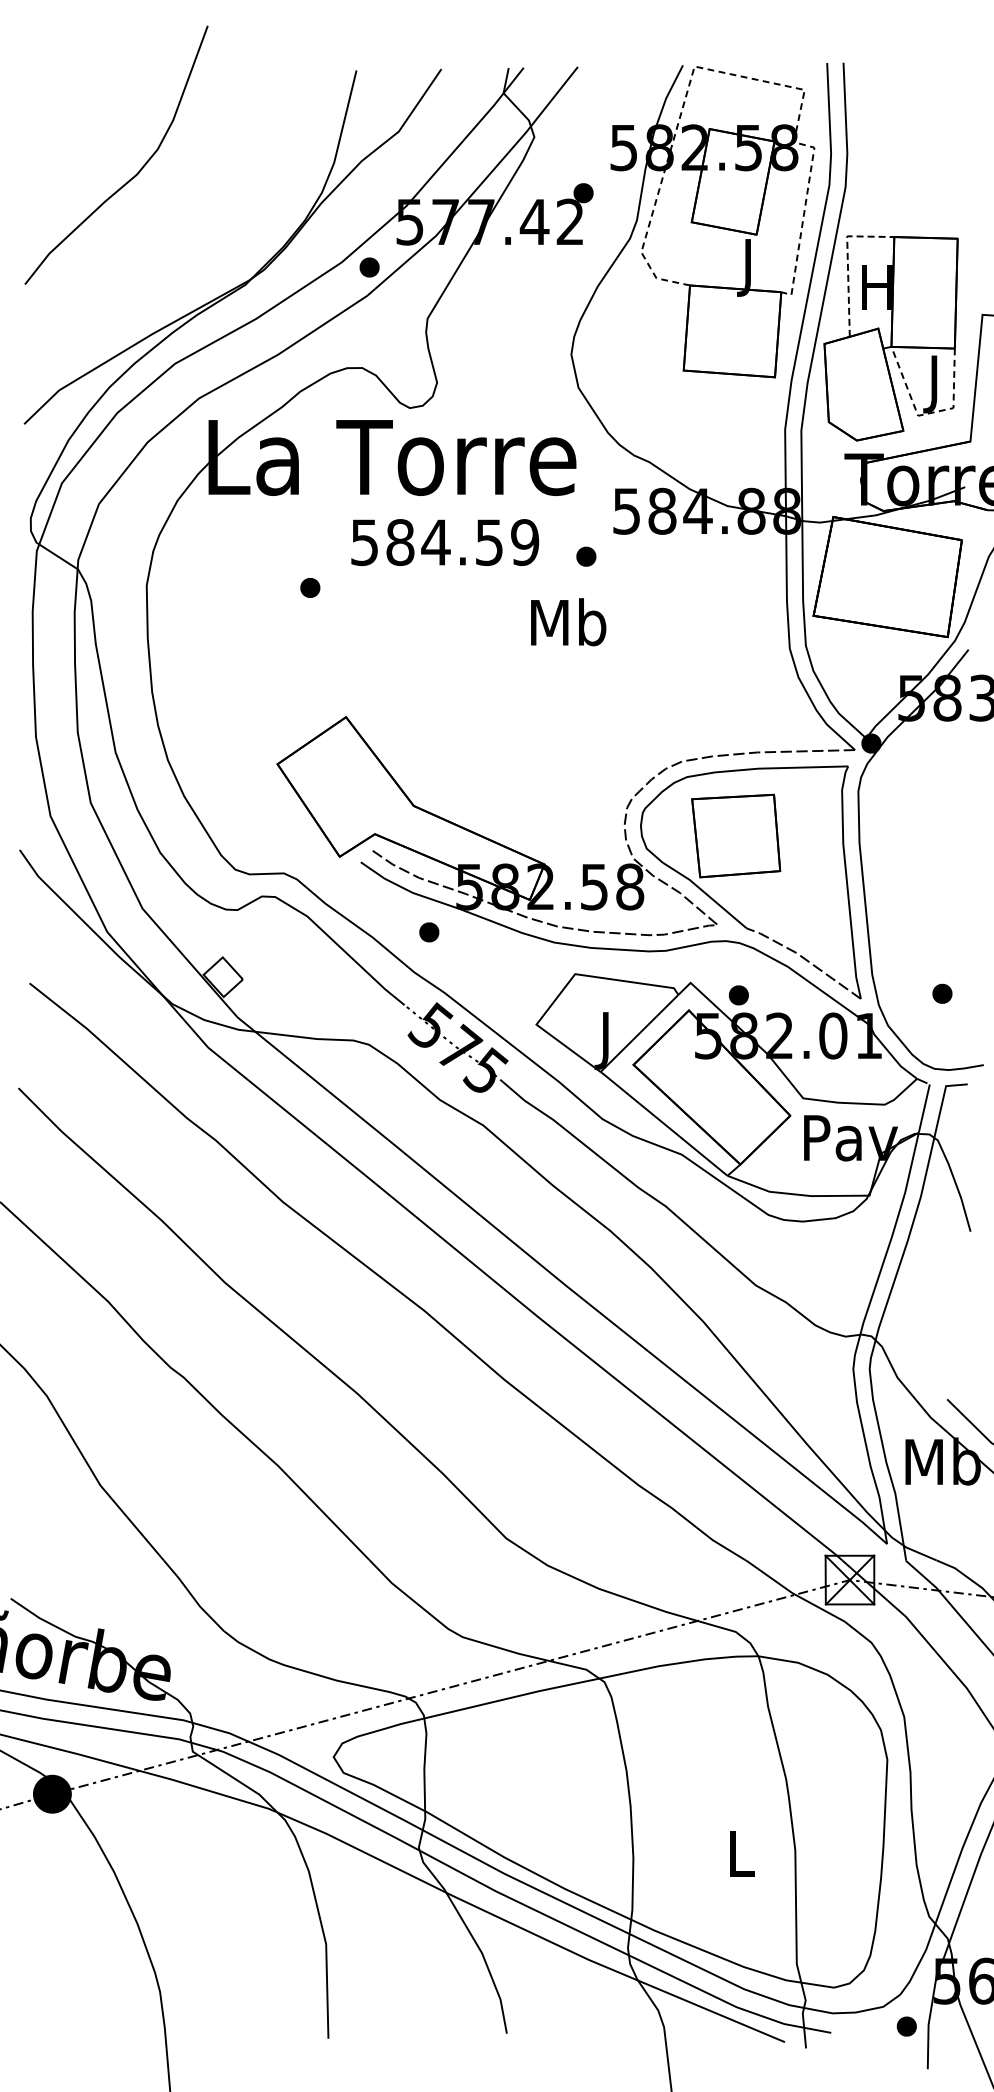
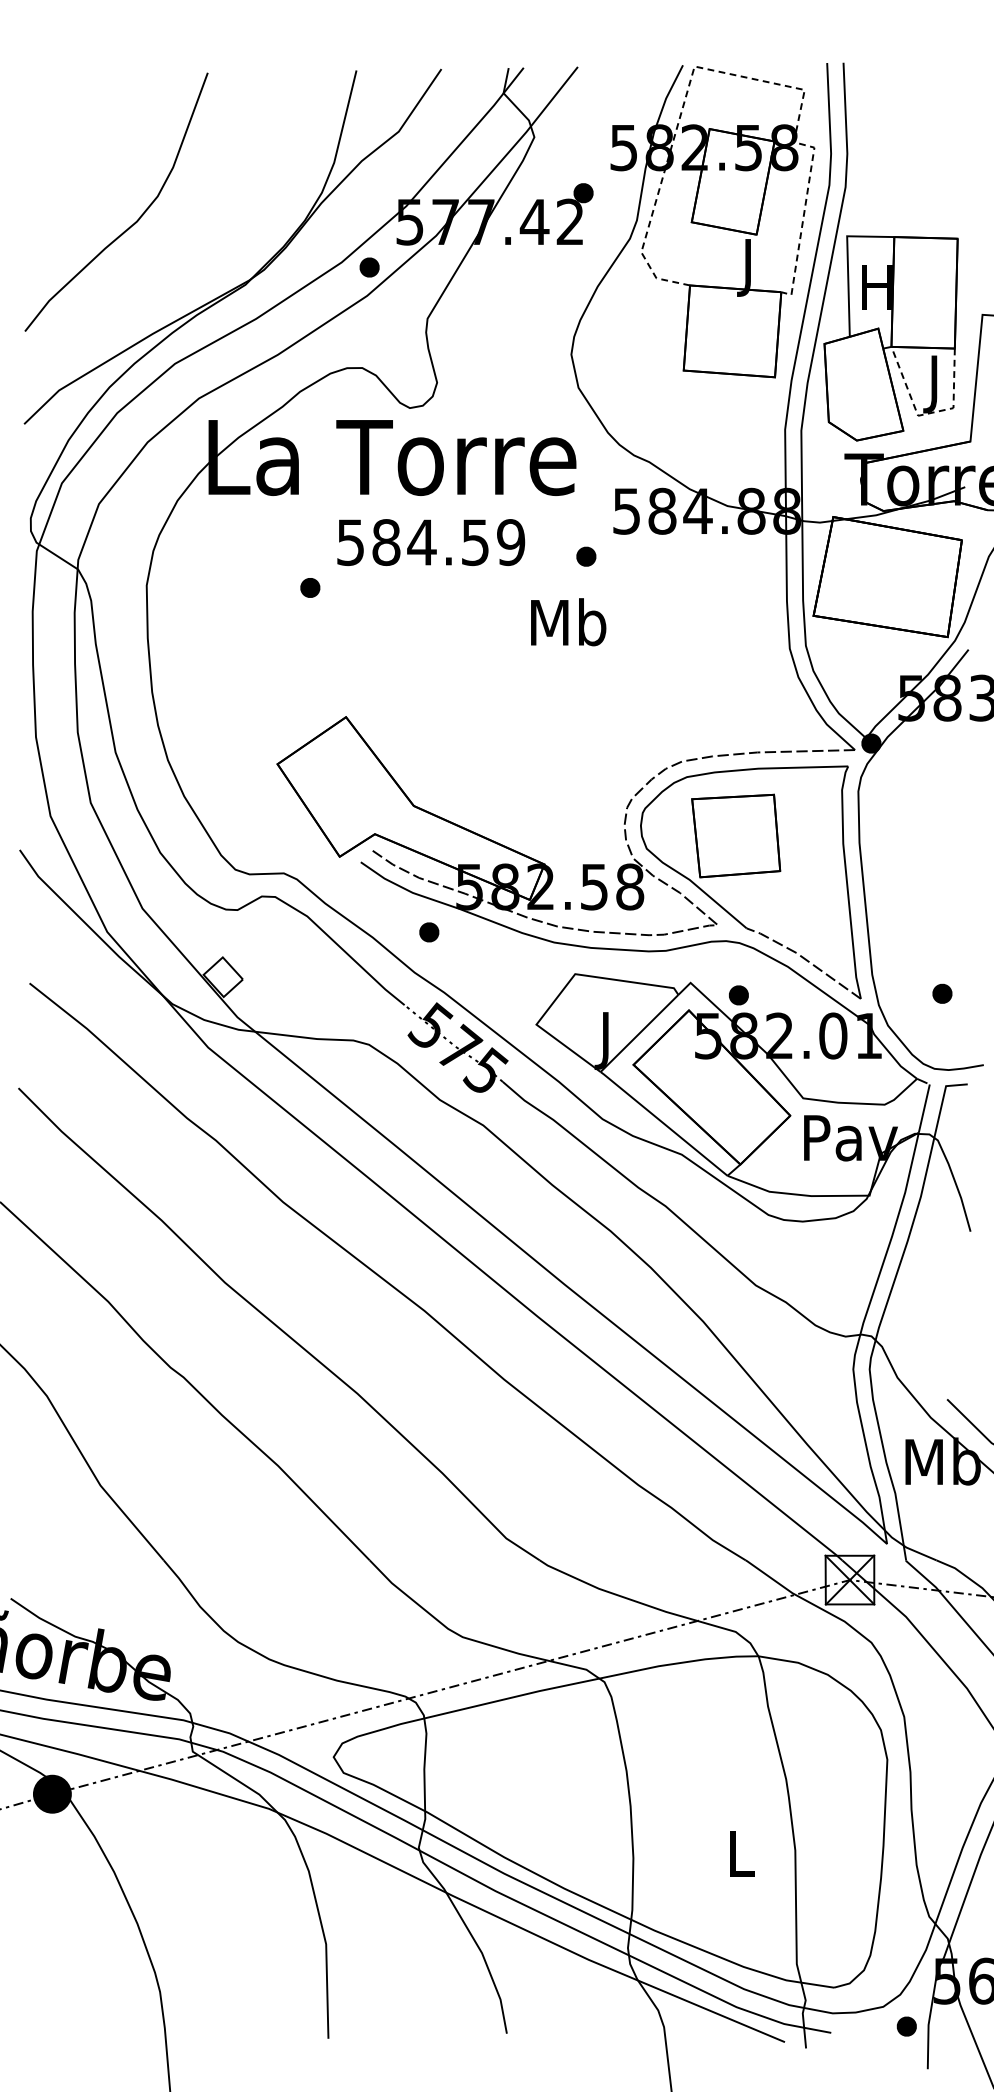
curve at (136, 173) position: (136, 173) -> (136, 220)
line at (847, 262): dashed -> solid
text at (445, 542) position: (445, 542) -> (431, 542)
